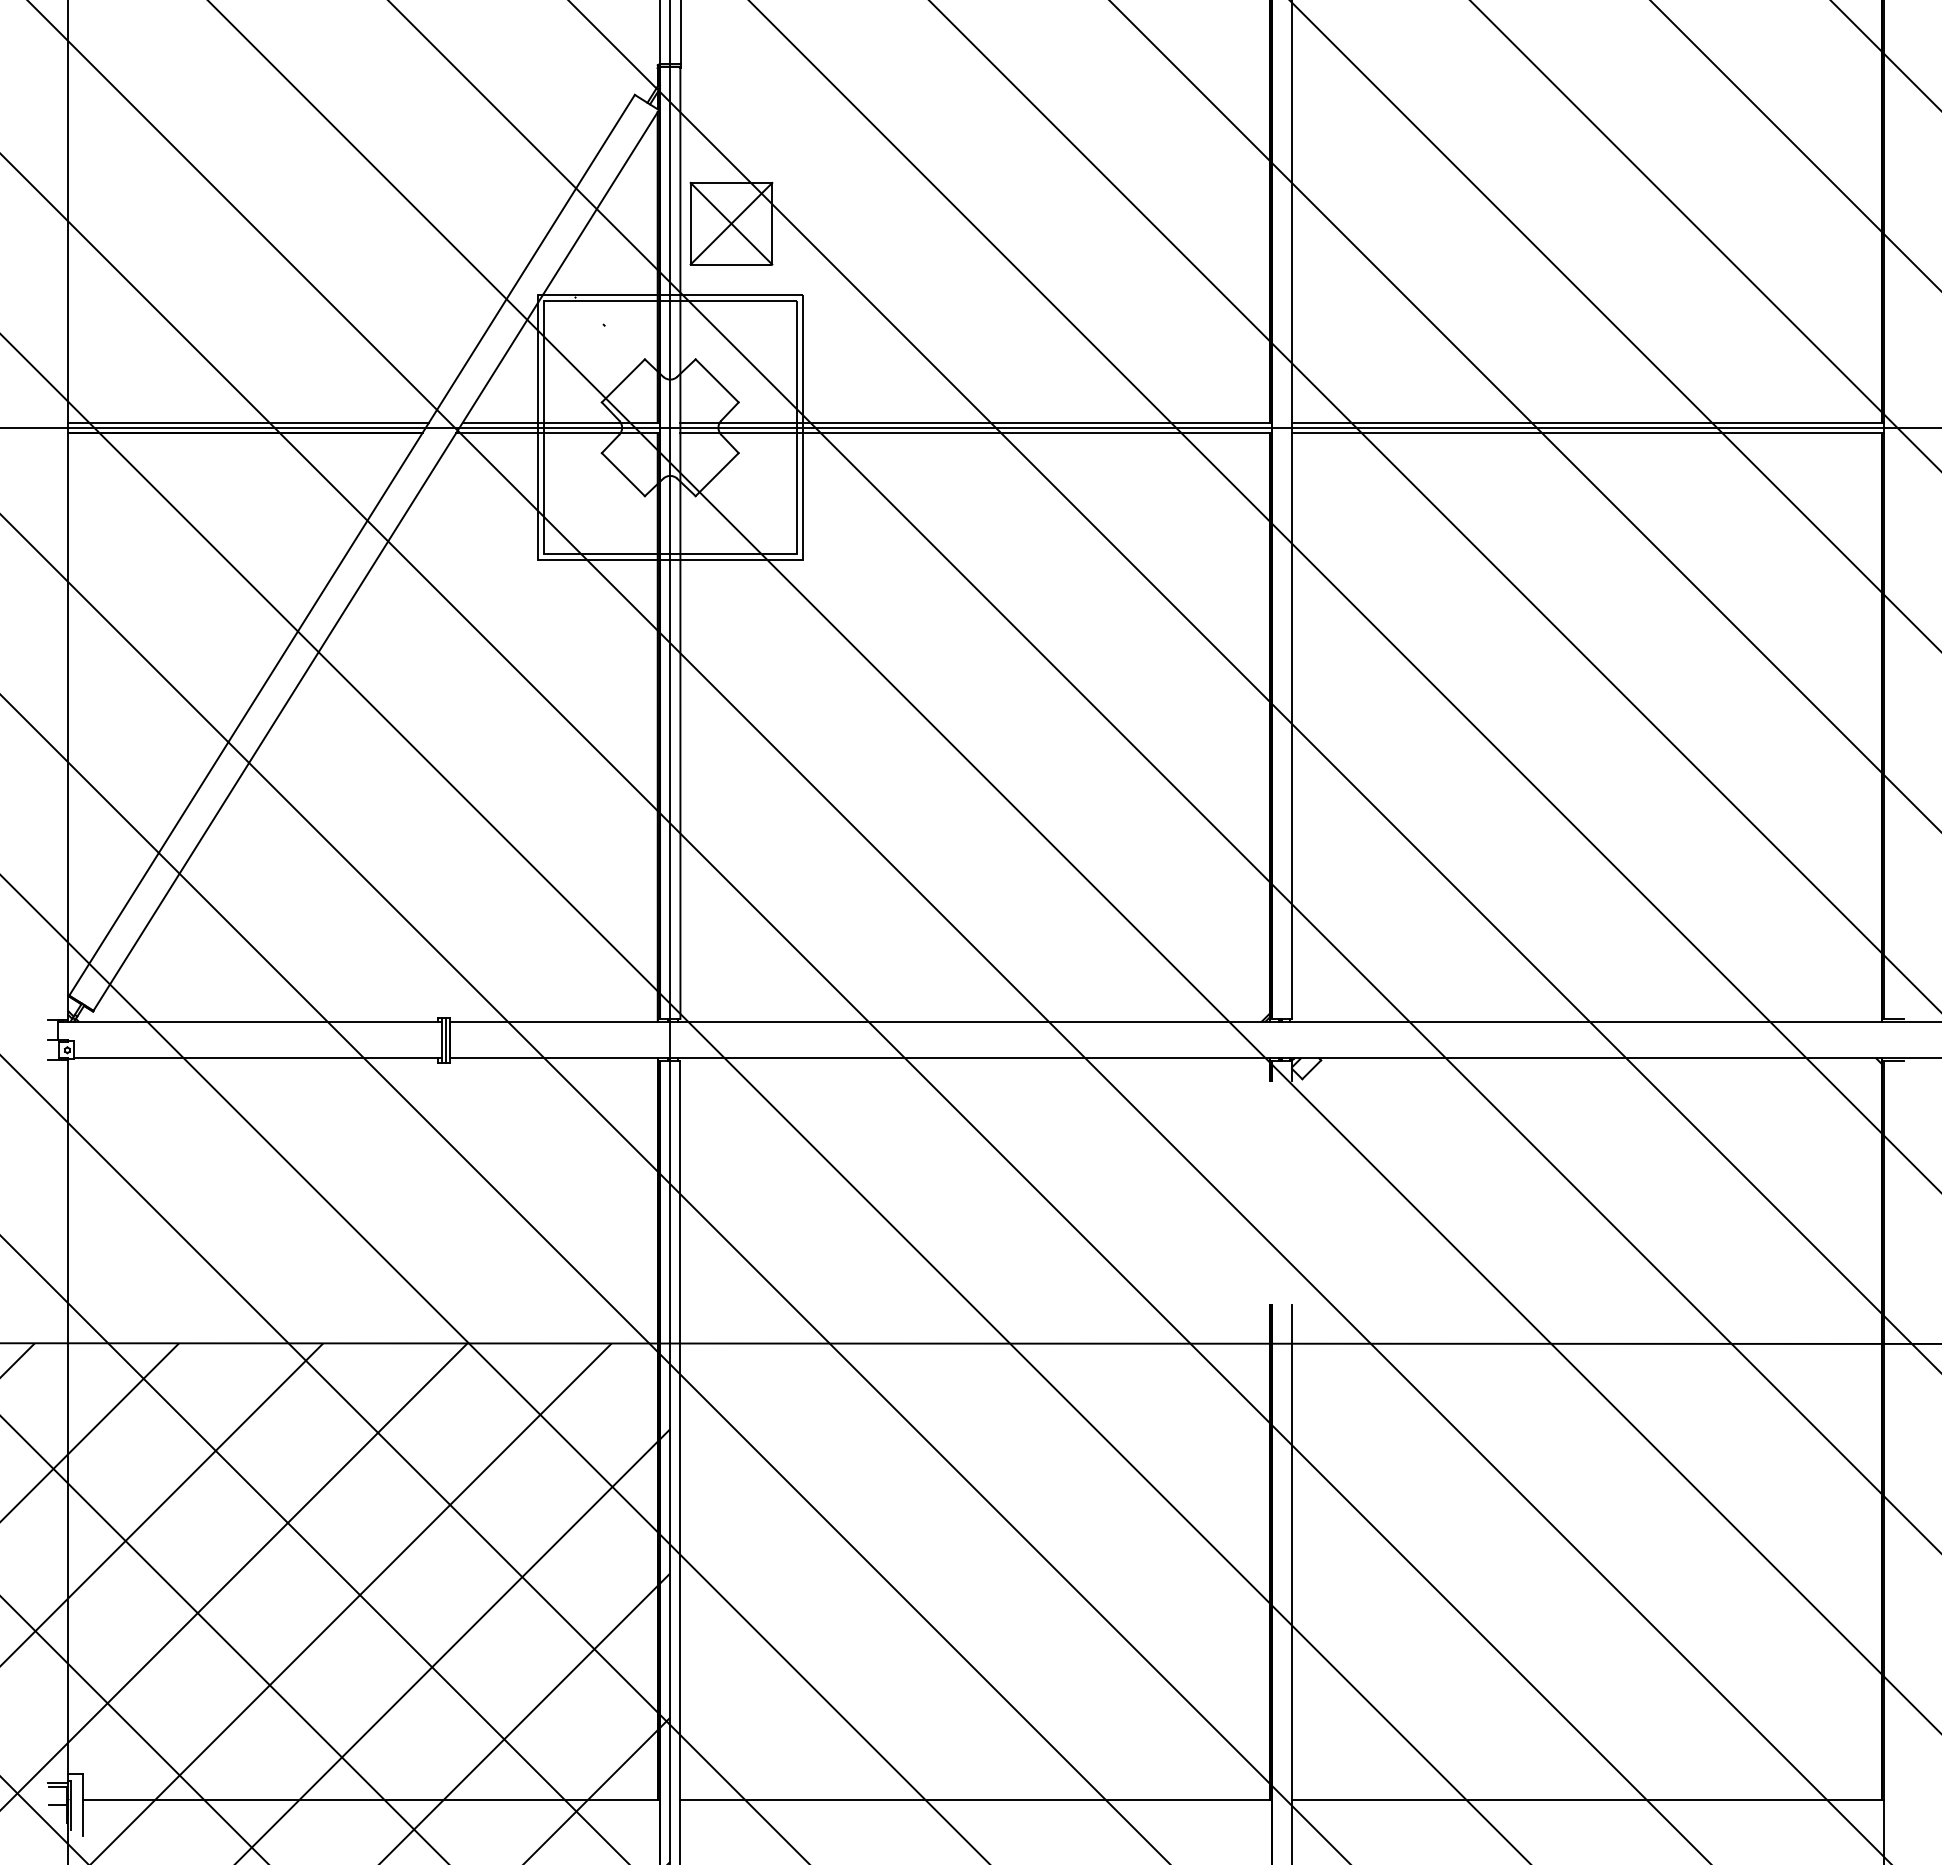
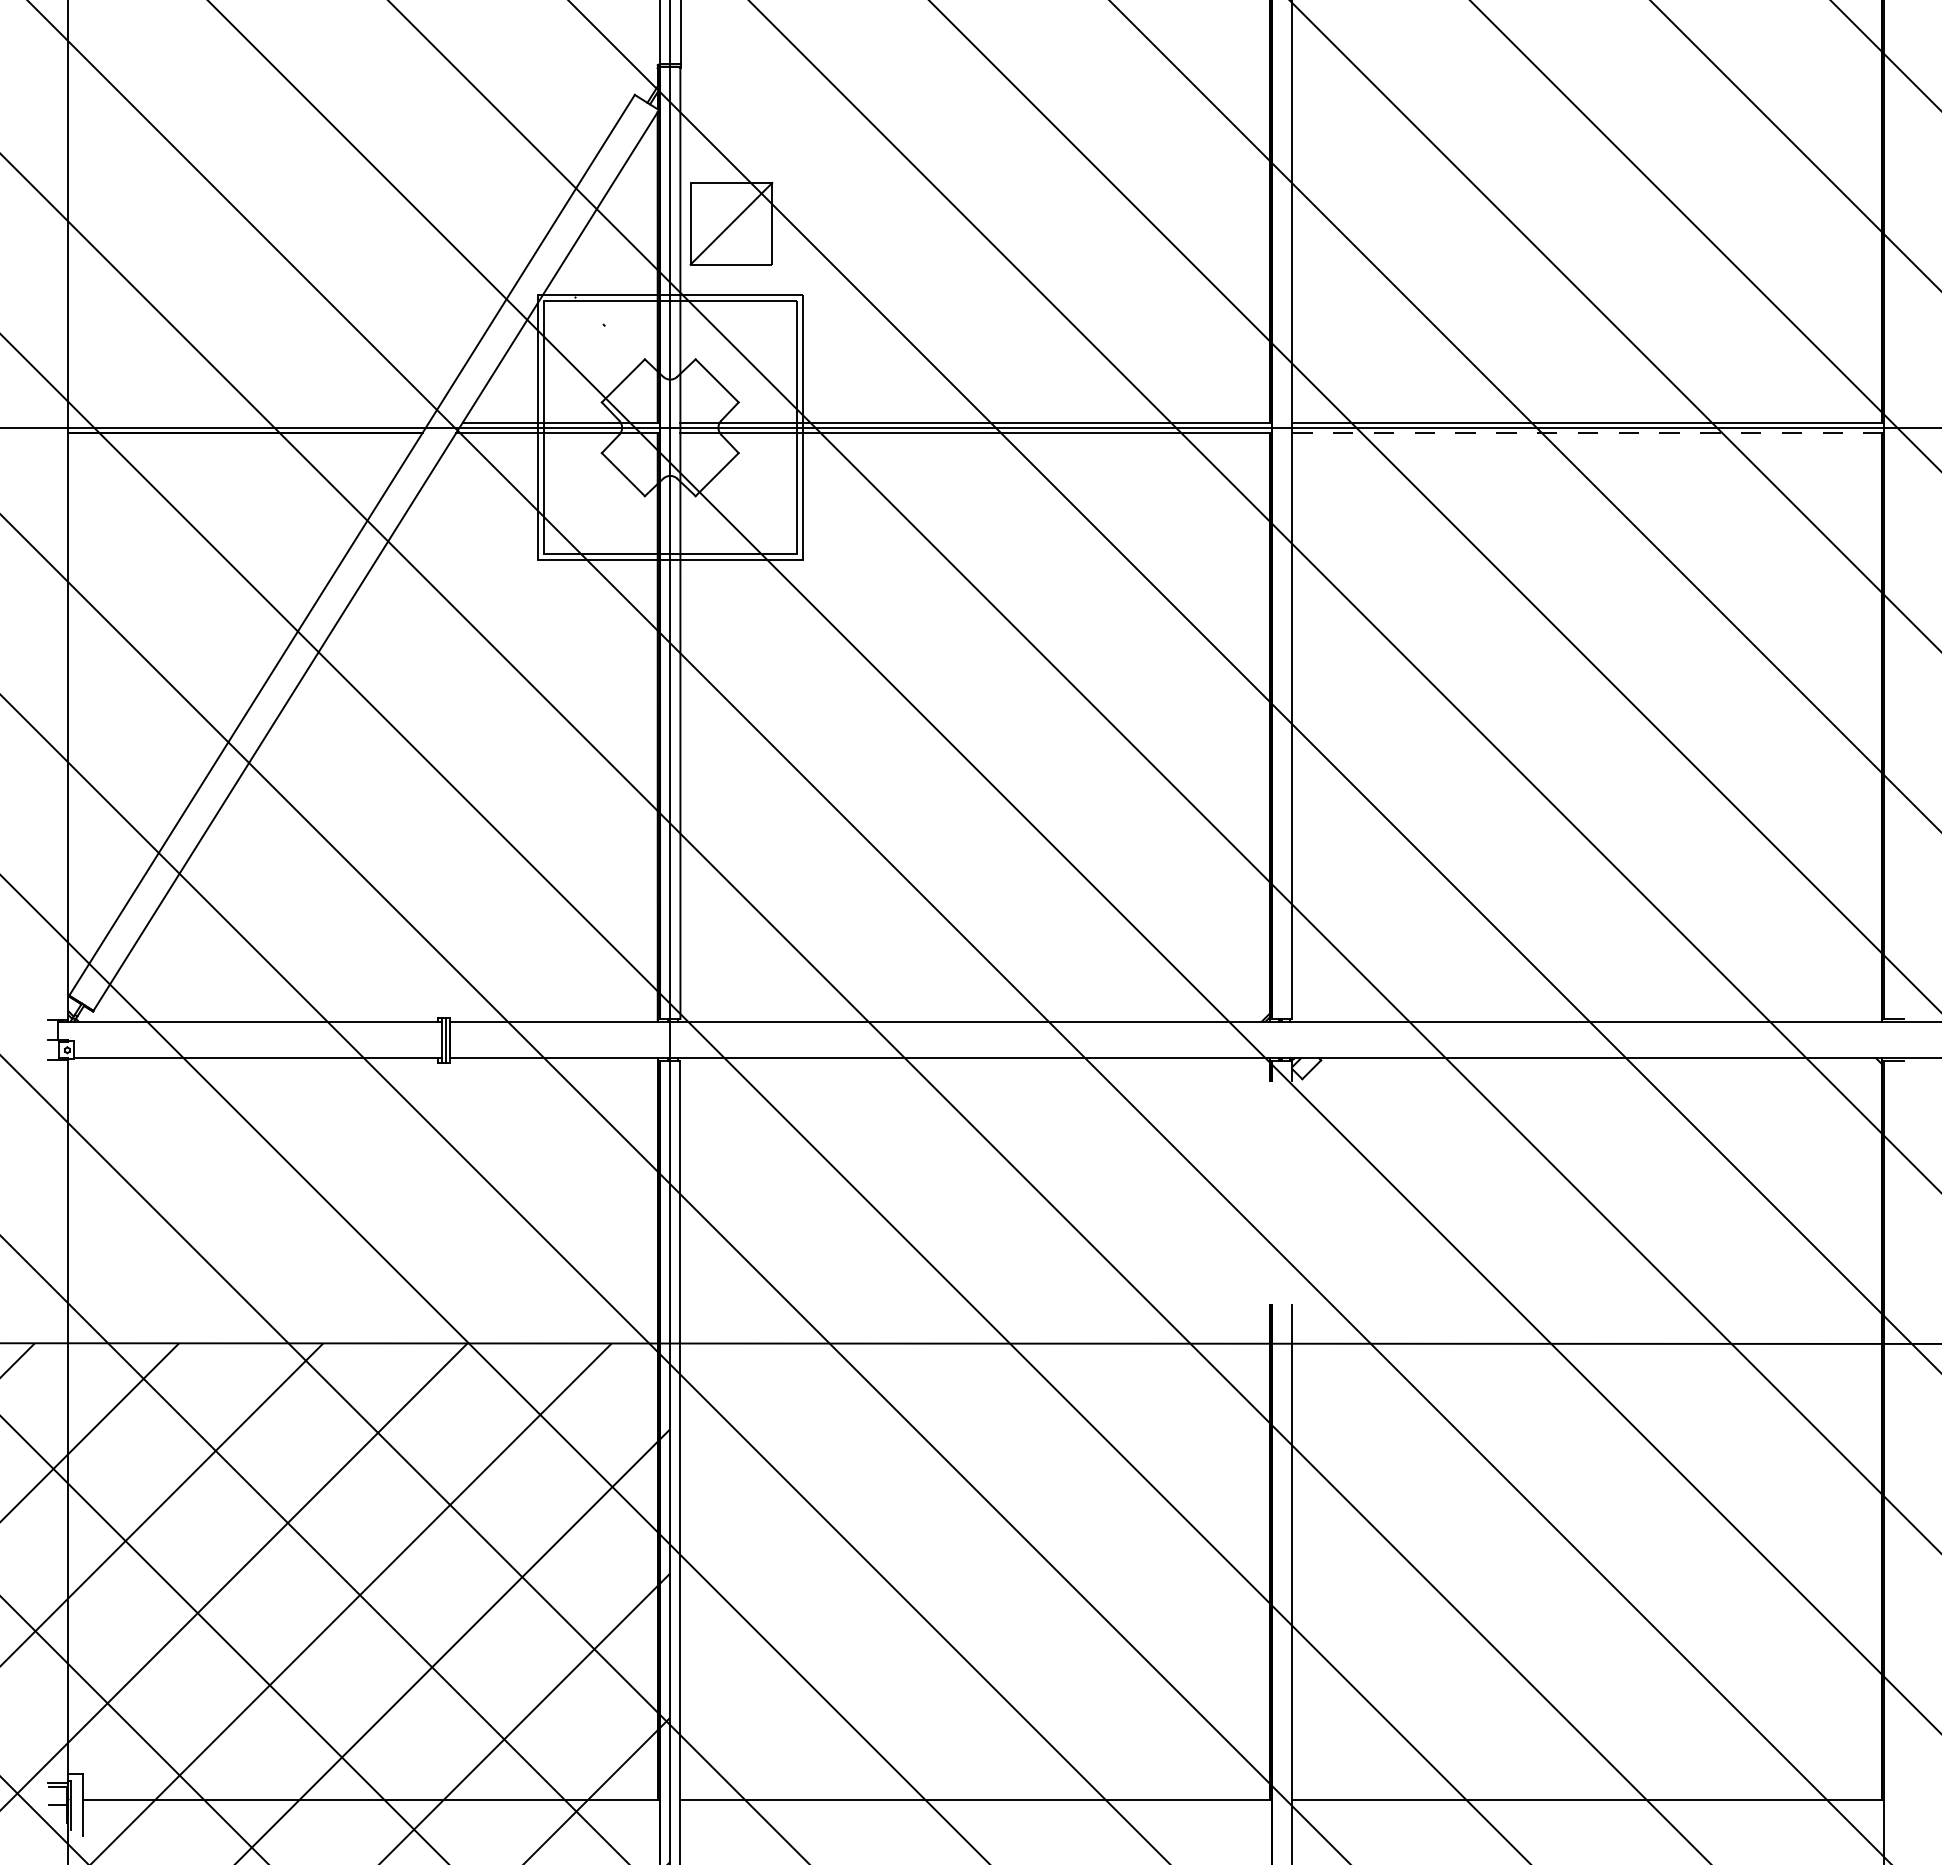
line at (731, 223): present -> none
line at (248, 422): present -> none
line at (1587, 433): solid -> dashed
